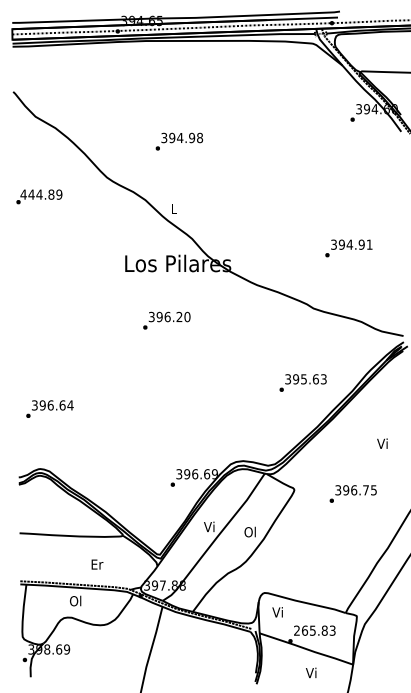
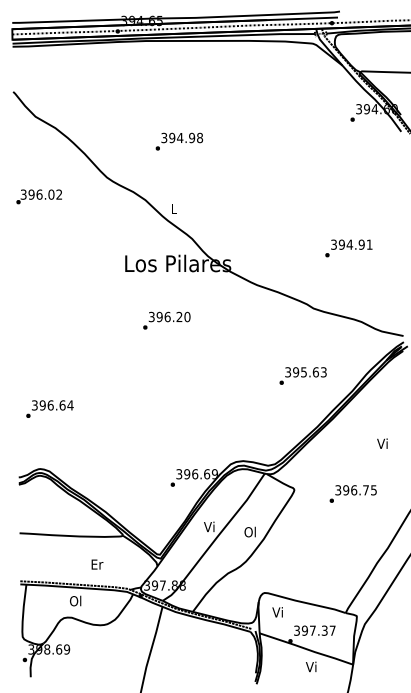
text at (41, 194): 444.89 -> 396.02
text at (302, 382) position: (302, 382) -> (302, 375)
text at (314, 630): 265.83 -> 397.37
text at (311, 672) position: (311, 672) -> (311, 666)
